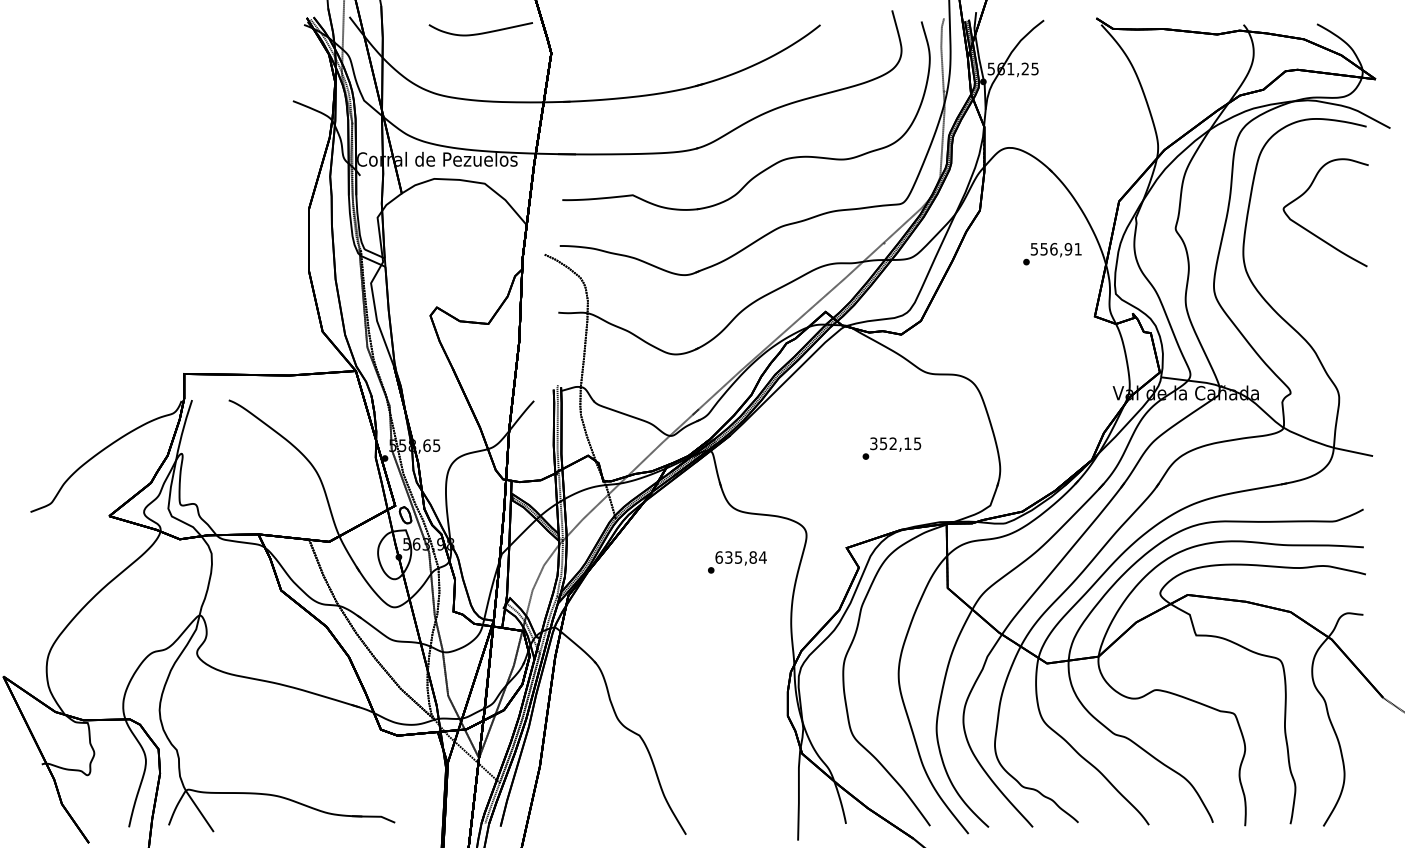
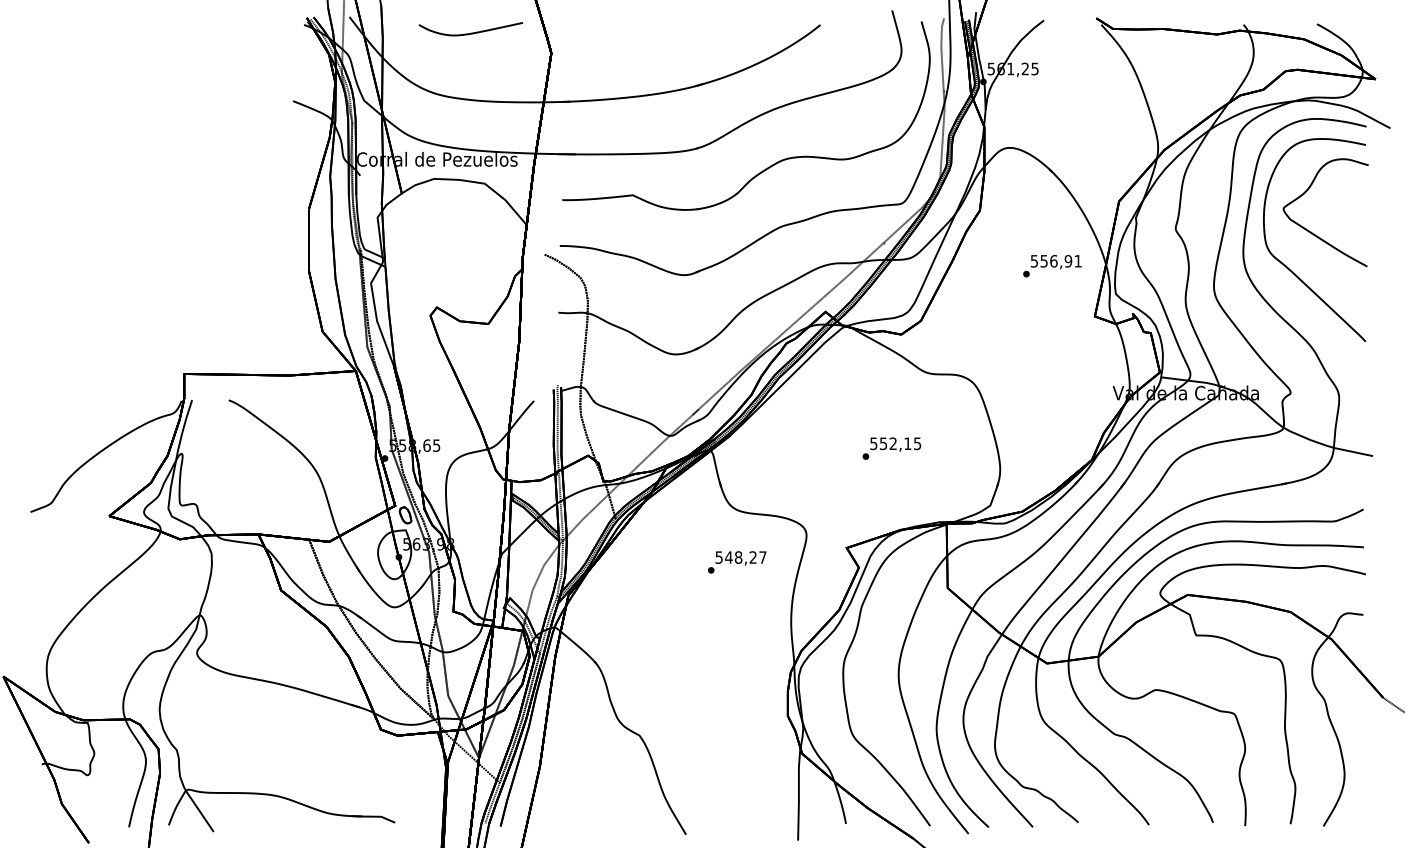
part at (480, 29) position: (480, 29) -> (470, 29)
text at (1052, 254) position: (1052, 254) -> (1052, 266)
part at (1287, 266): none -> present
text at (873, 442): 352,15 -> 552,15
text at (740, 557): 635,84 -> 548,27
